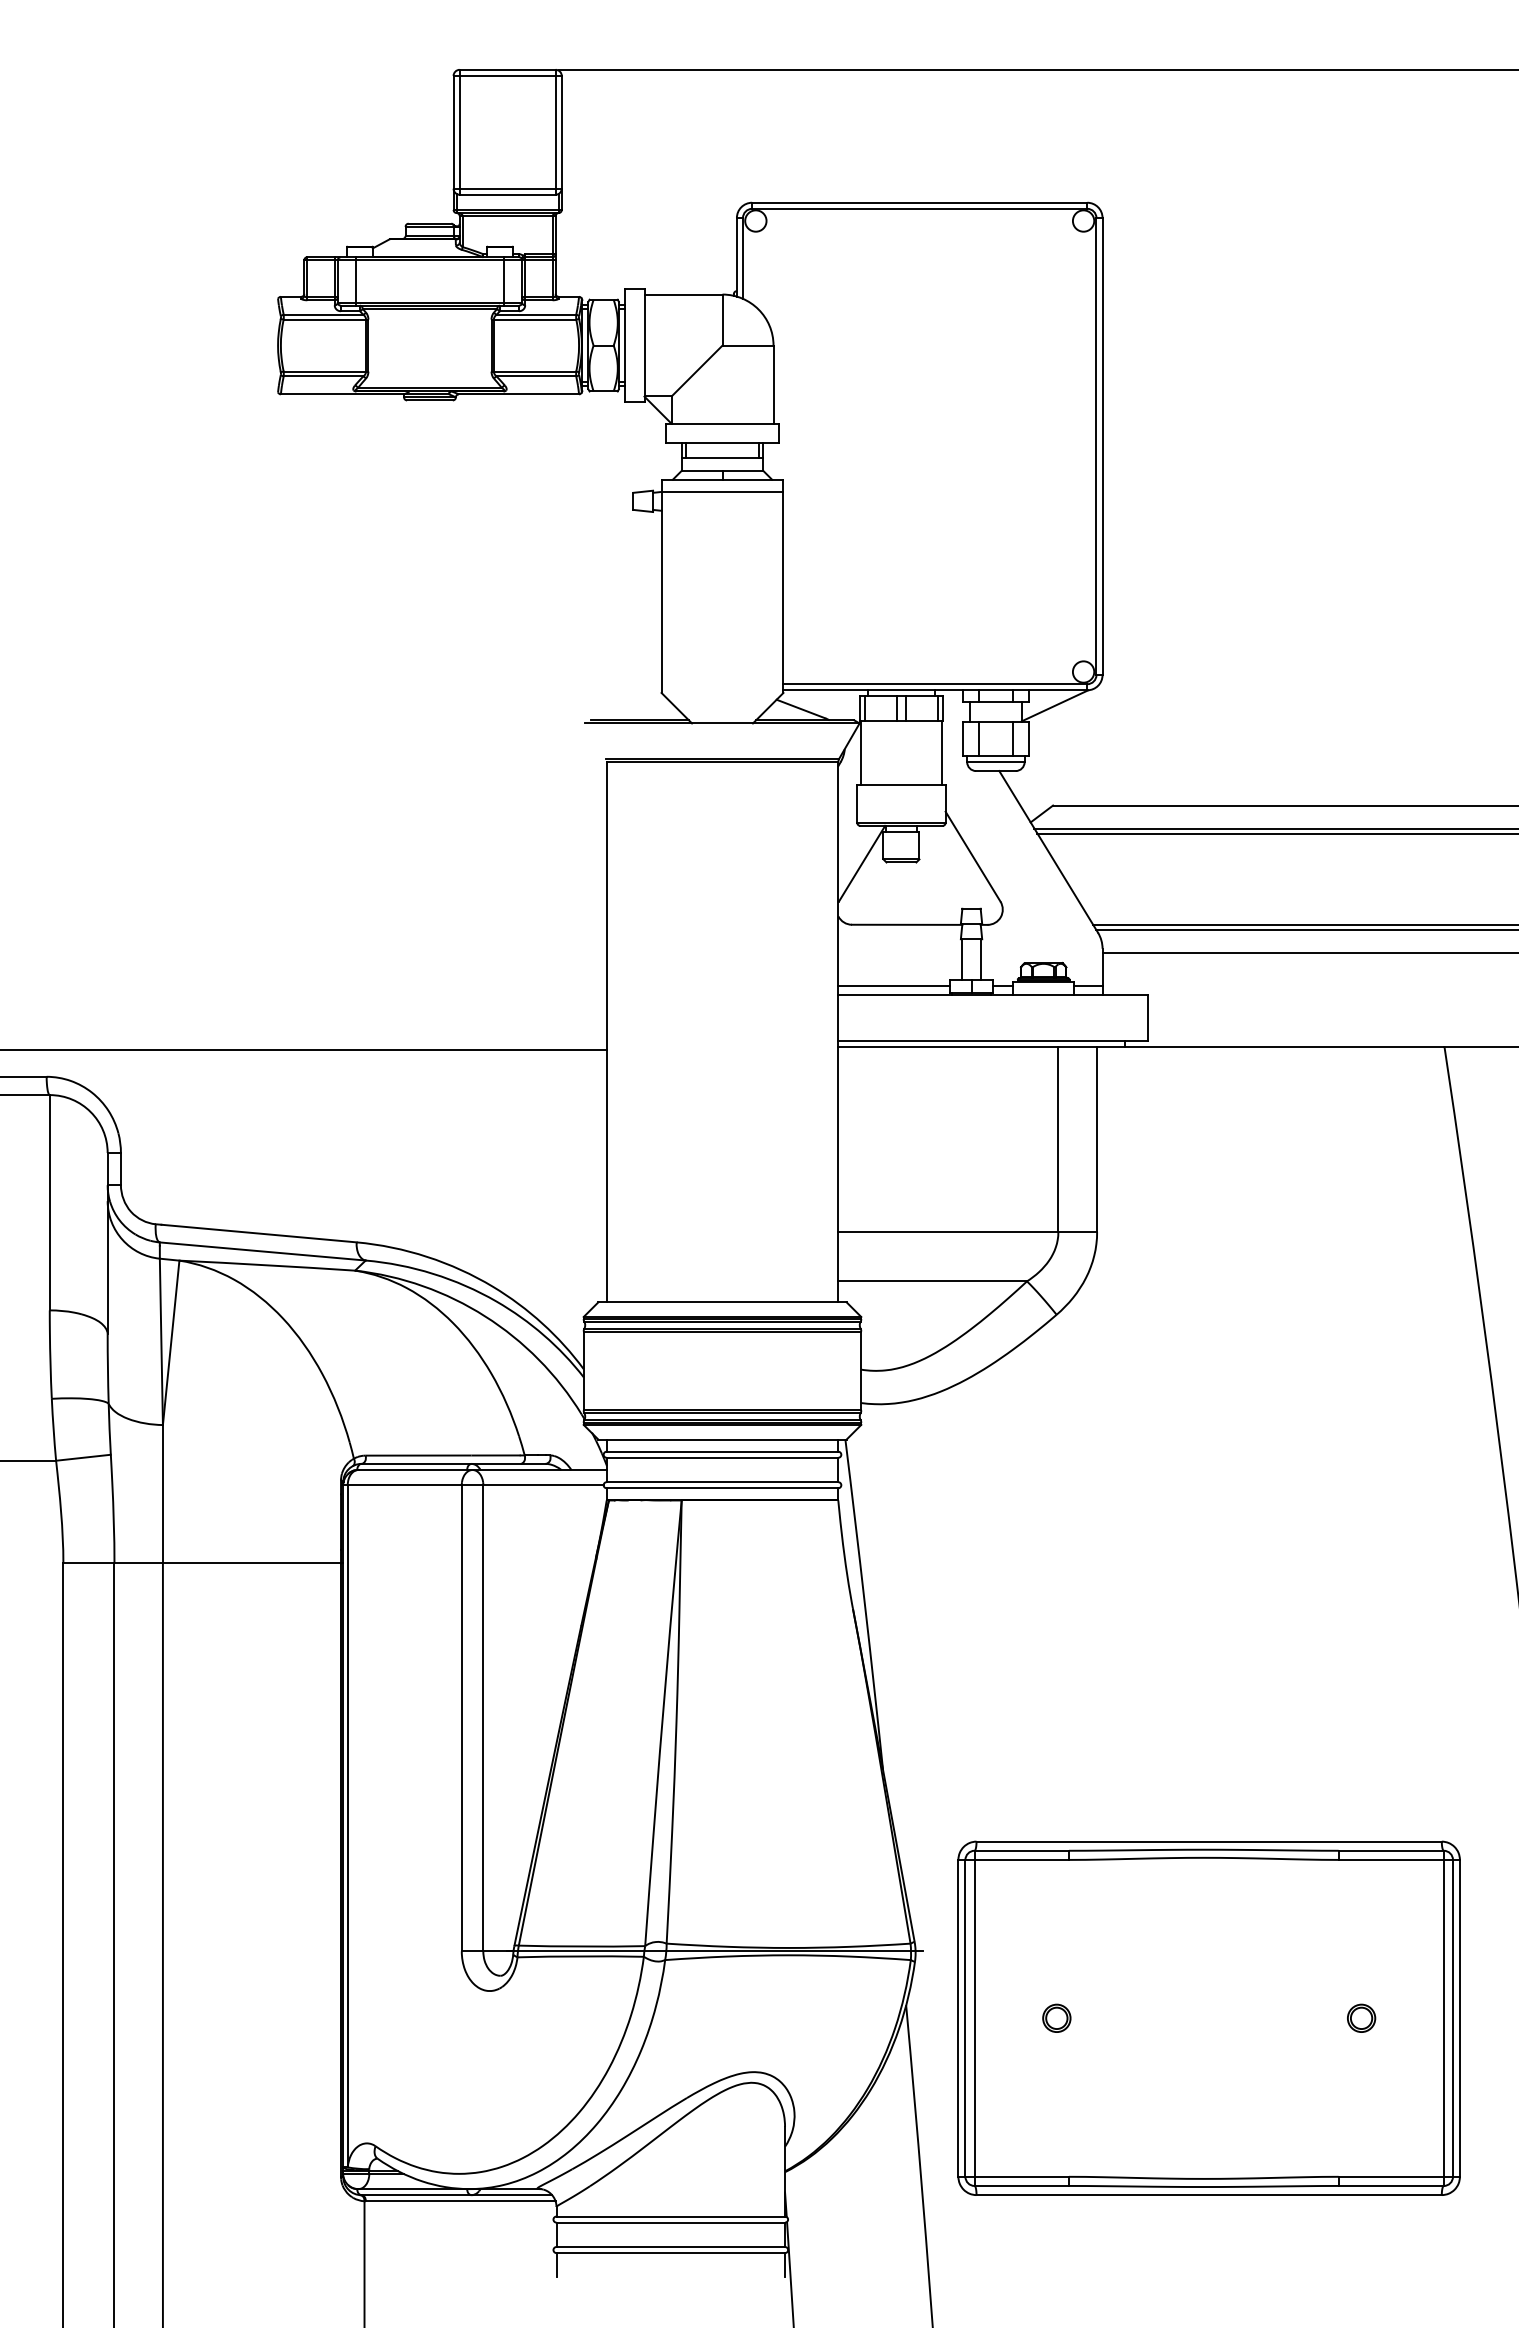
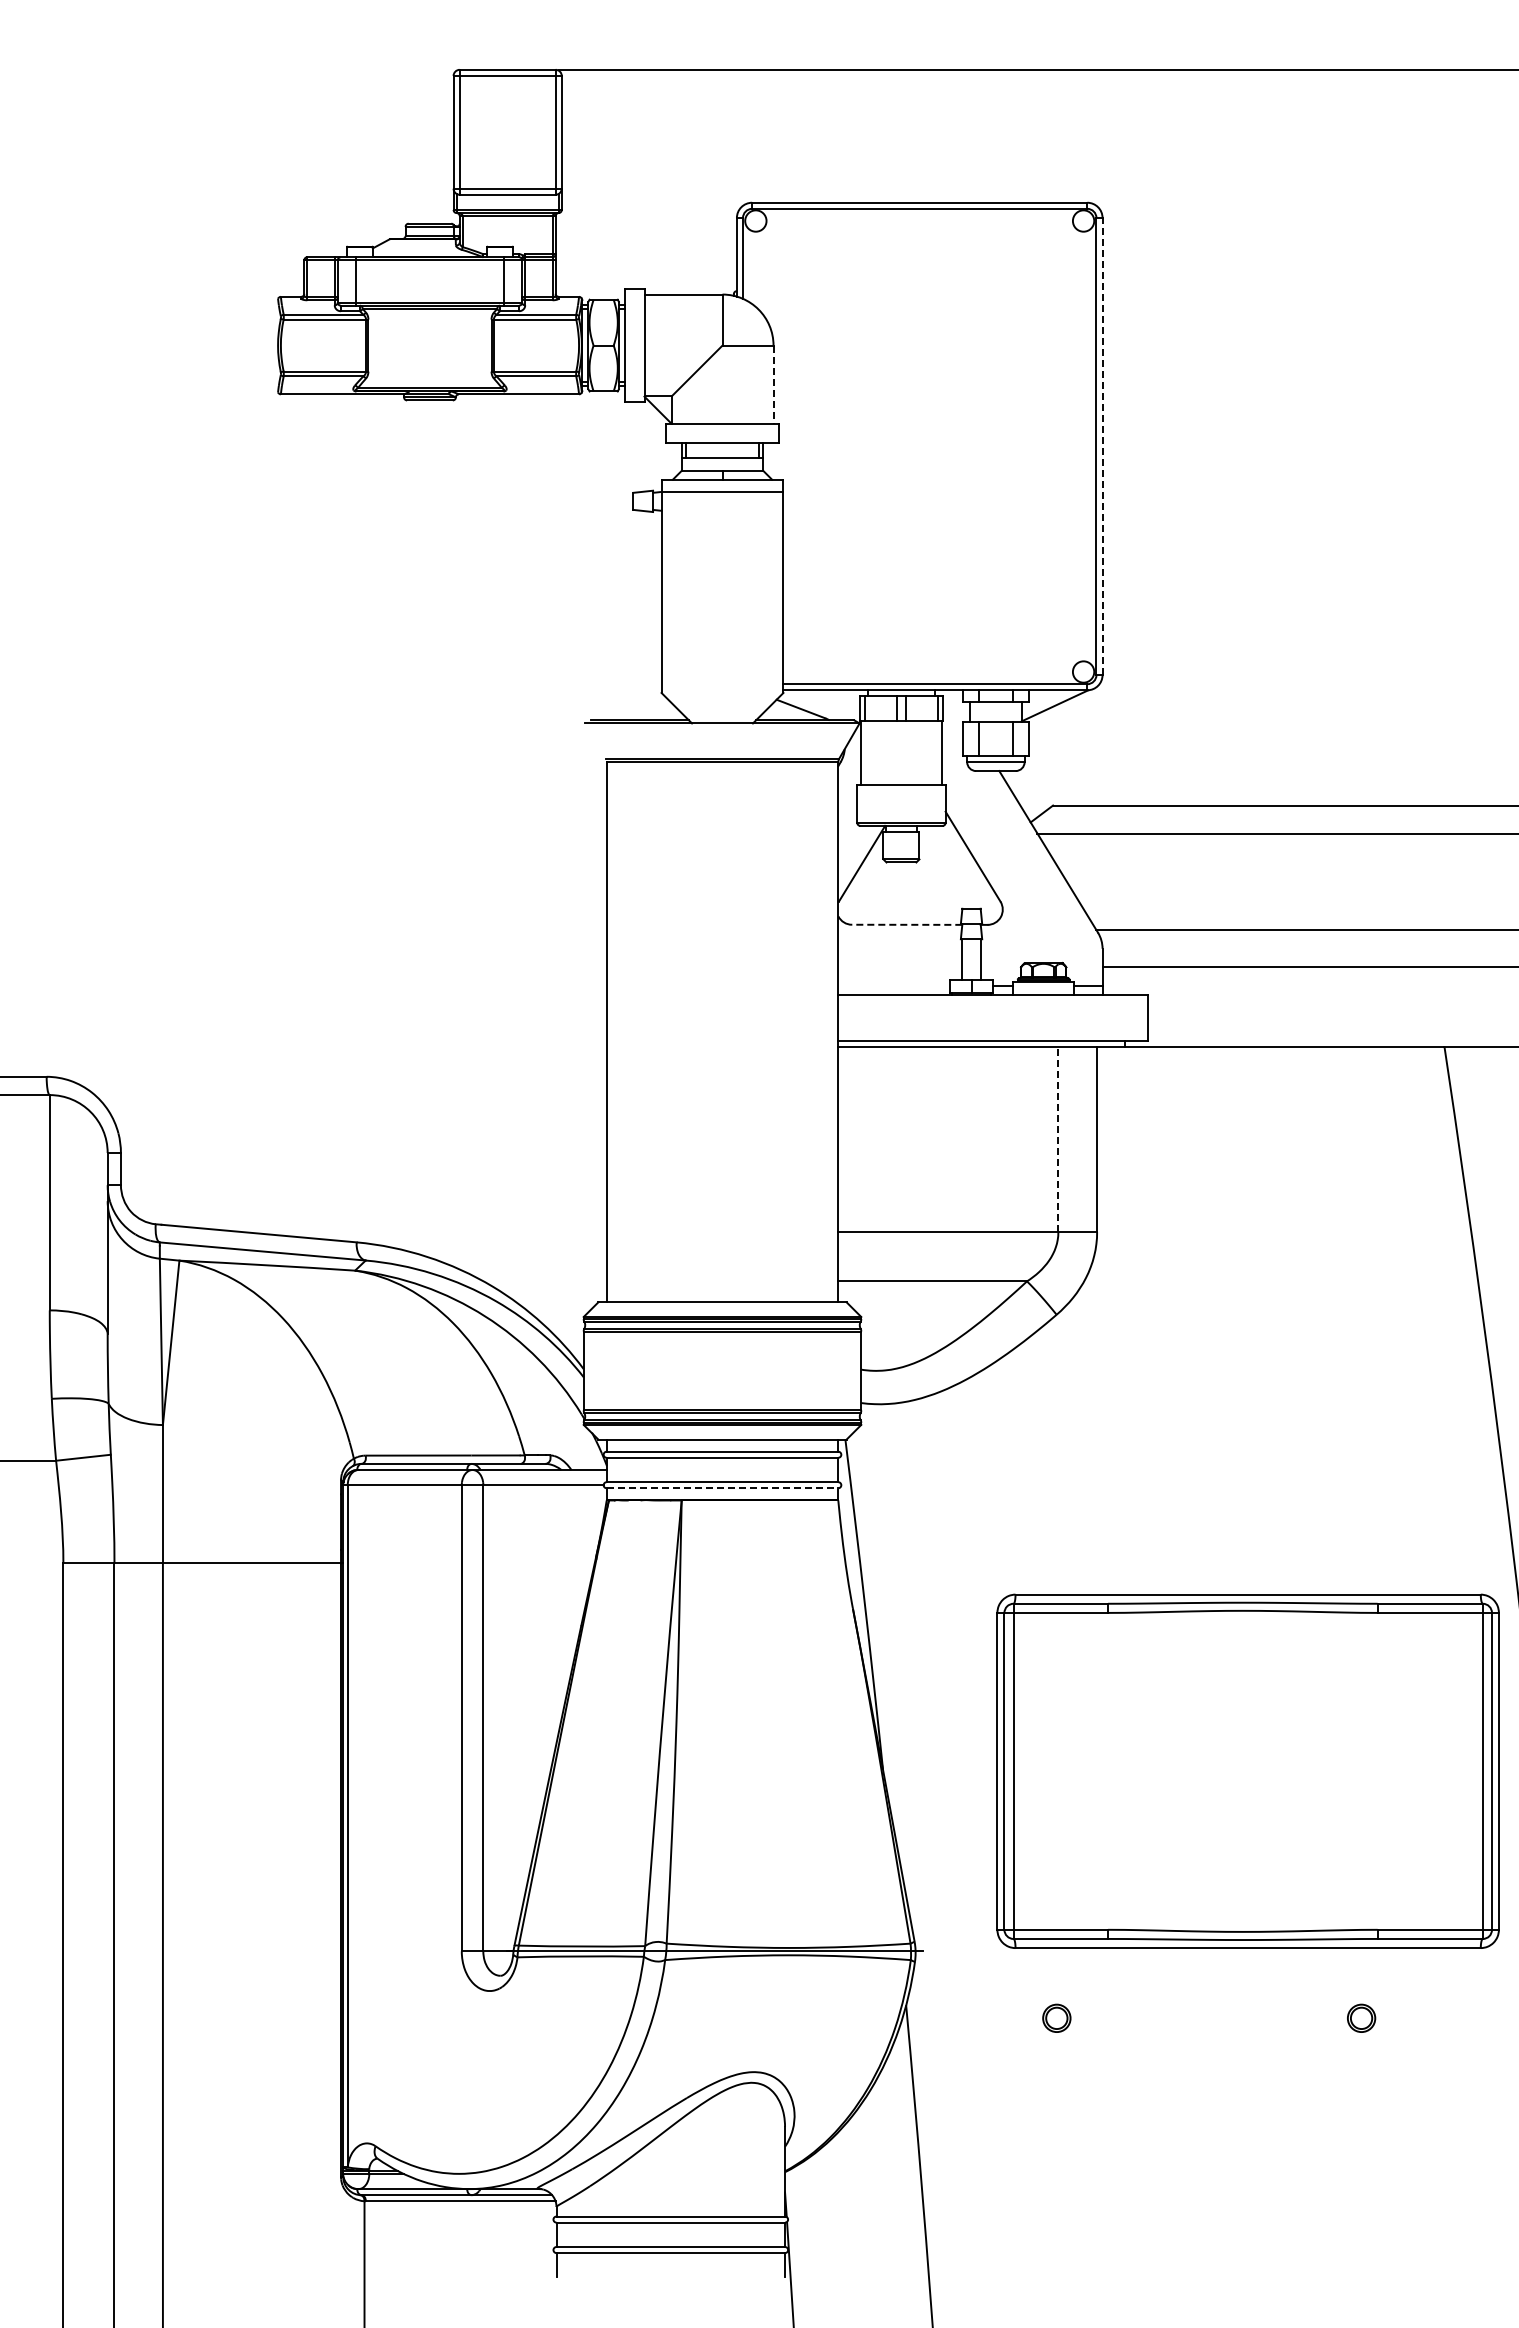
line at (773, 385): solid -> dashed
line at (1102, 446): solid -> dashed
line at (1274, 828): present -> none
line at (906, 924): solid -> dashed
line at (1304, 924): present -> none
line at (1308, 952) position: (1308, 952) -> (1308, 966)
line at (894, 985): present -> none
line at (304, 1050): present -> none
line at (1058, 1139): solid -> dashed
line at (722, 1488): solid -> dashed
part at (1208, 2017) position: (1208, 2017) -> (1247, 1770)
